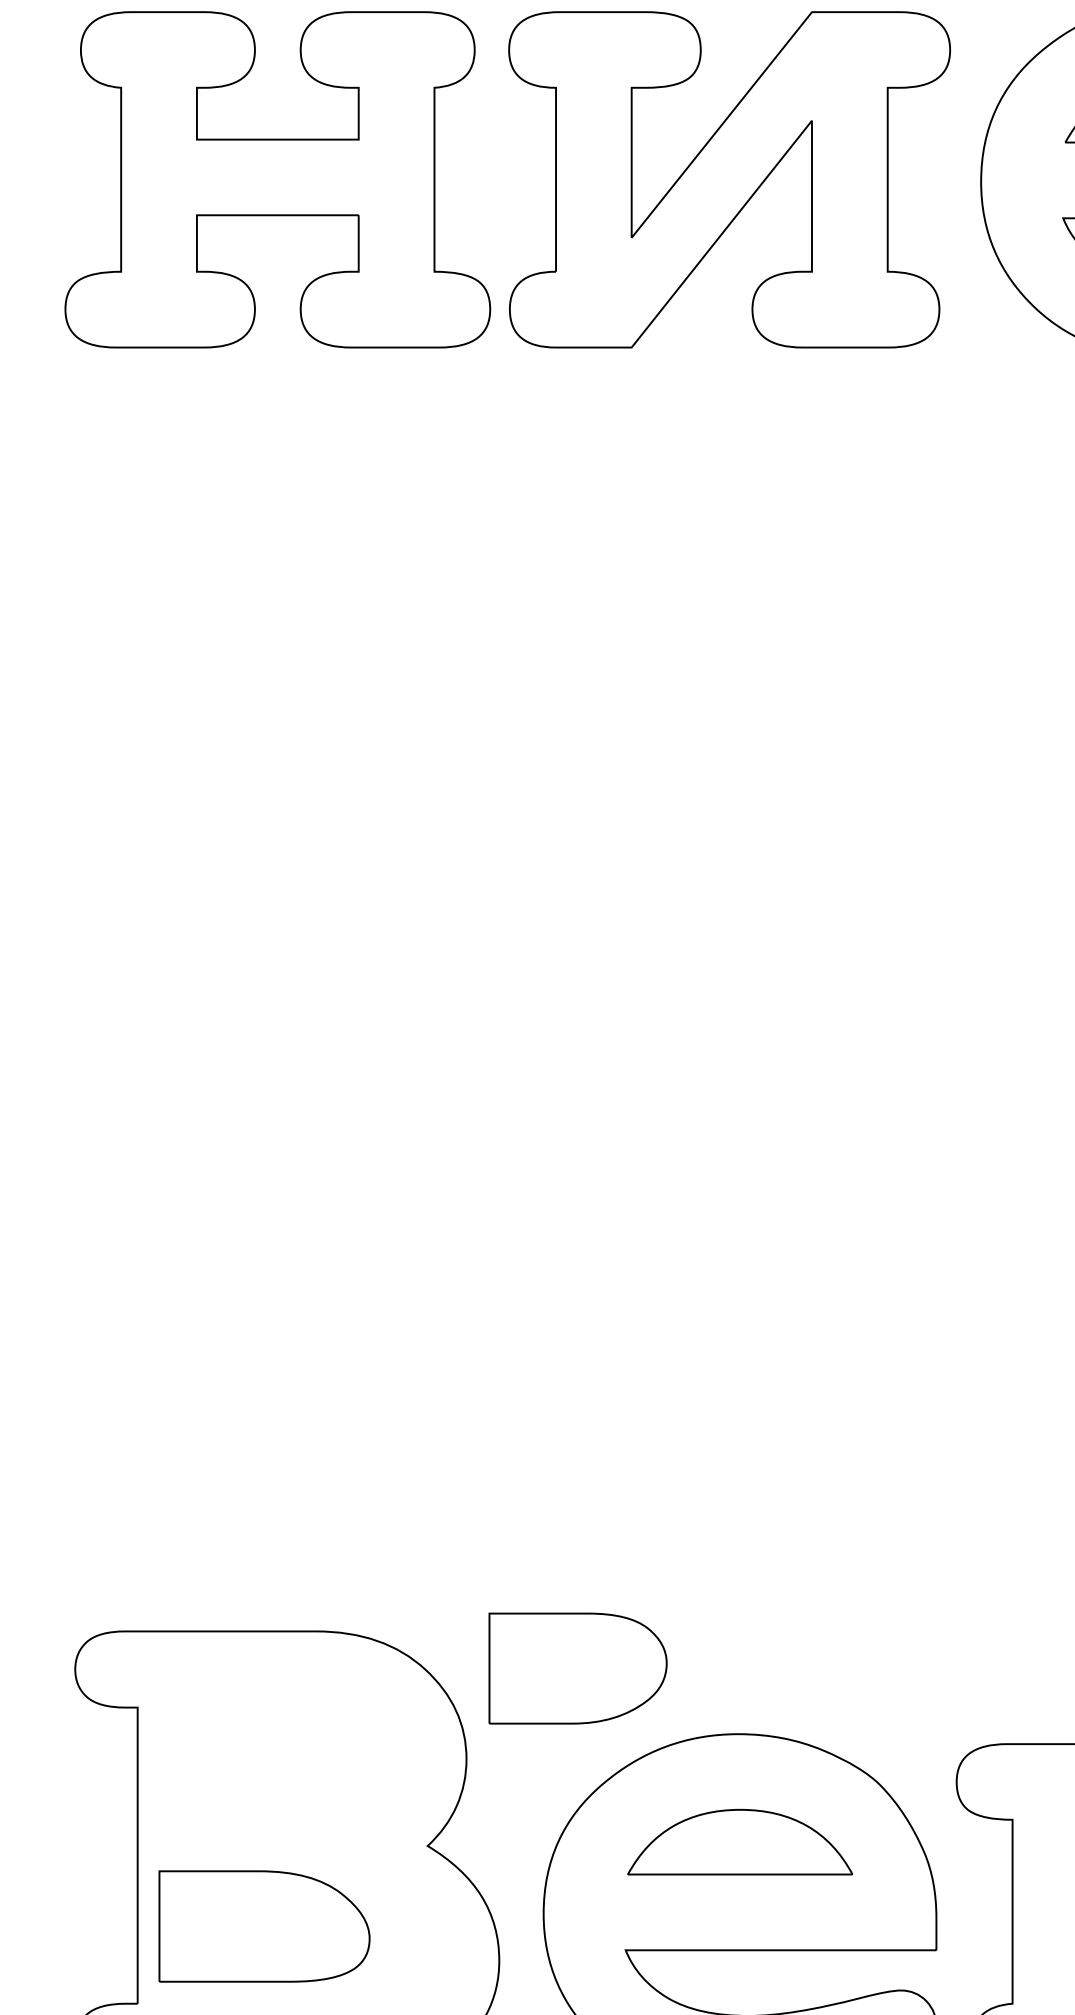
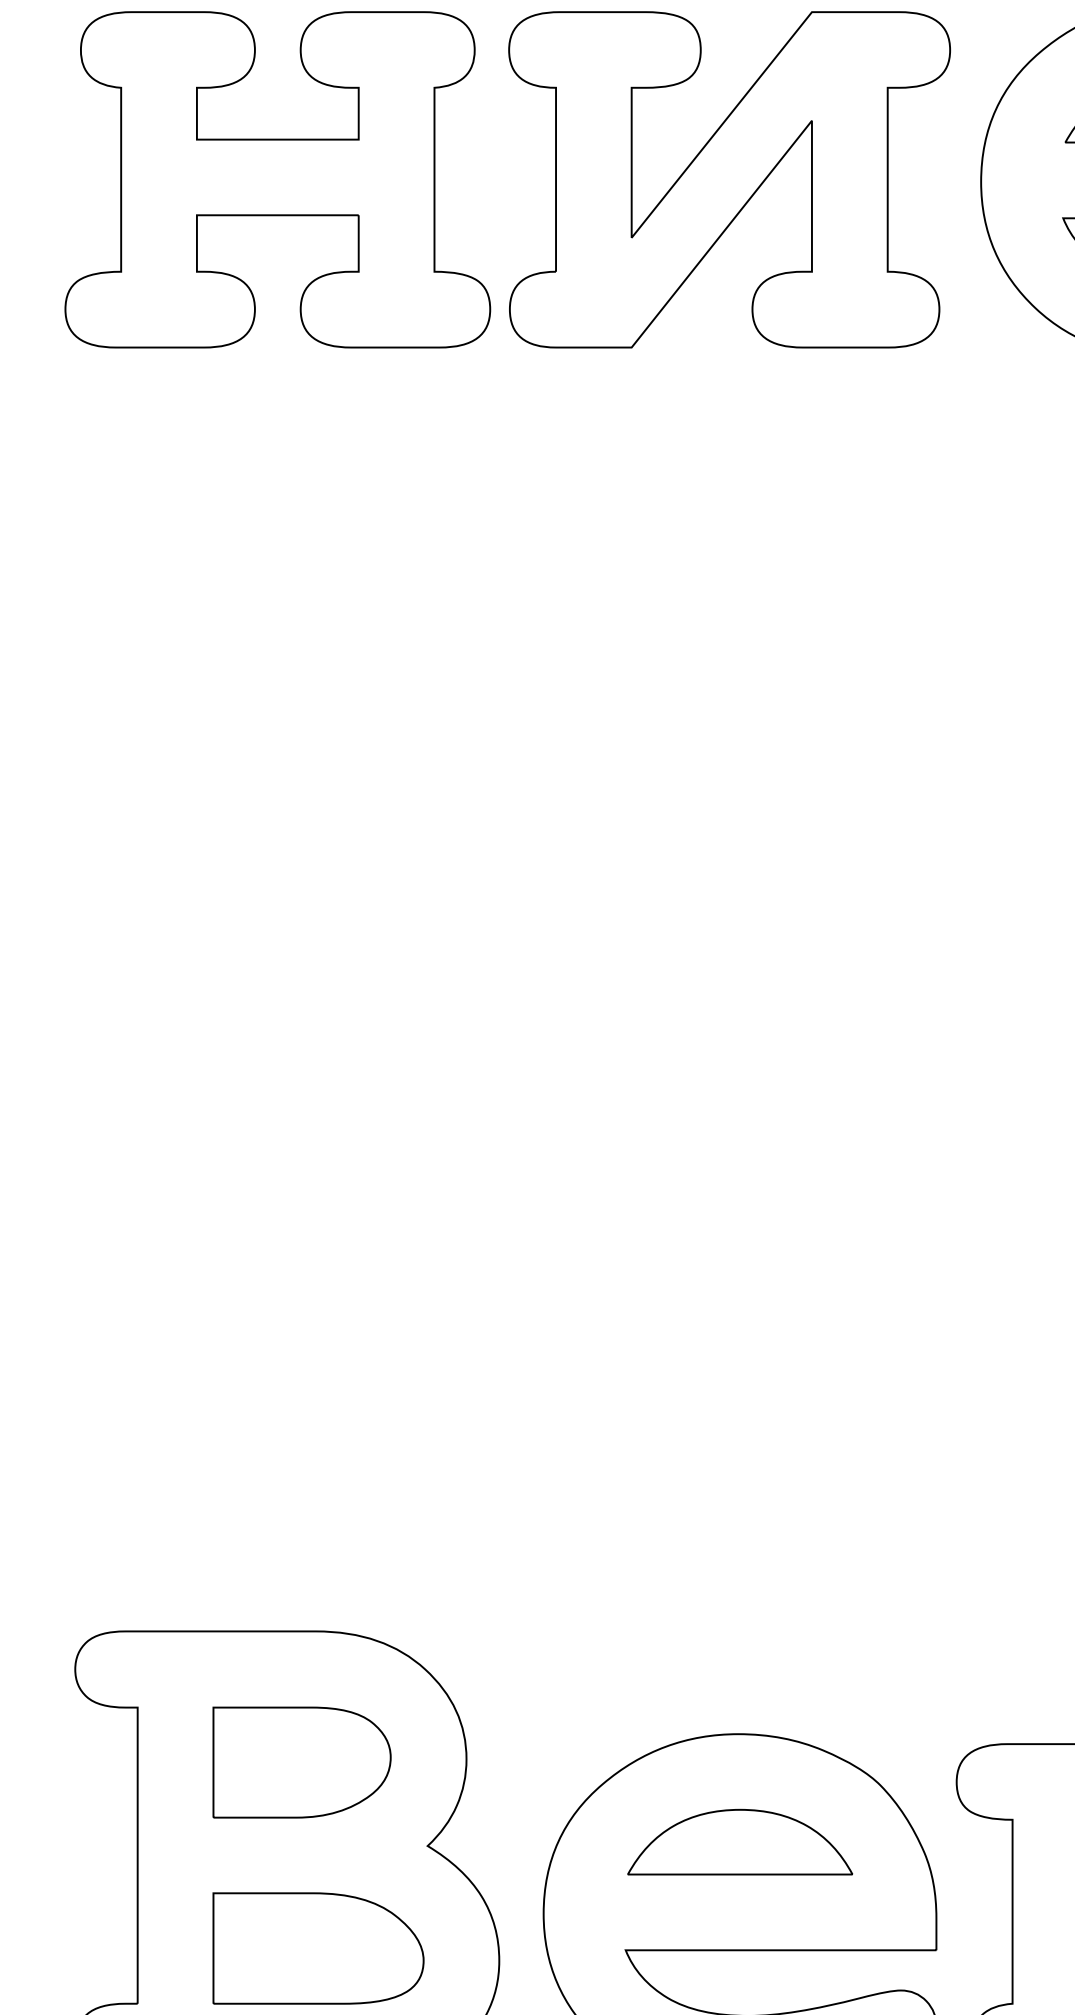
part at (577, 1668) position: (577, 1668) -> (301, 1762)
part at (264, 1926) position: (264, 1926) -> (318, 1948)
